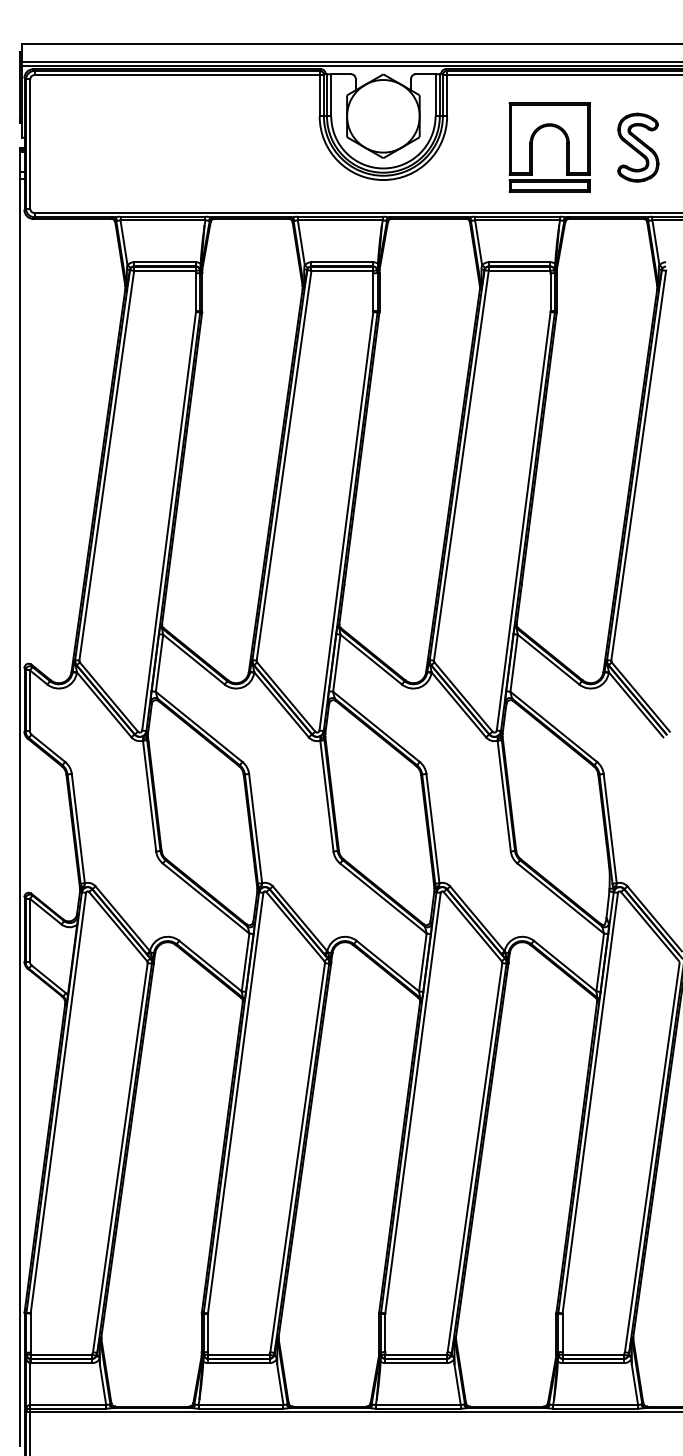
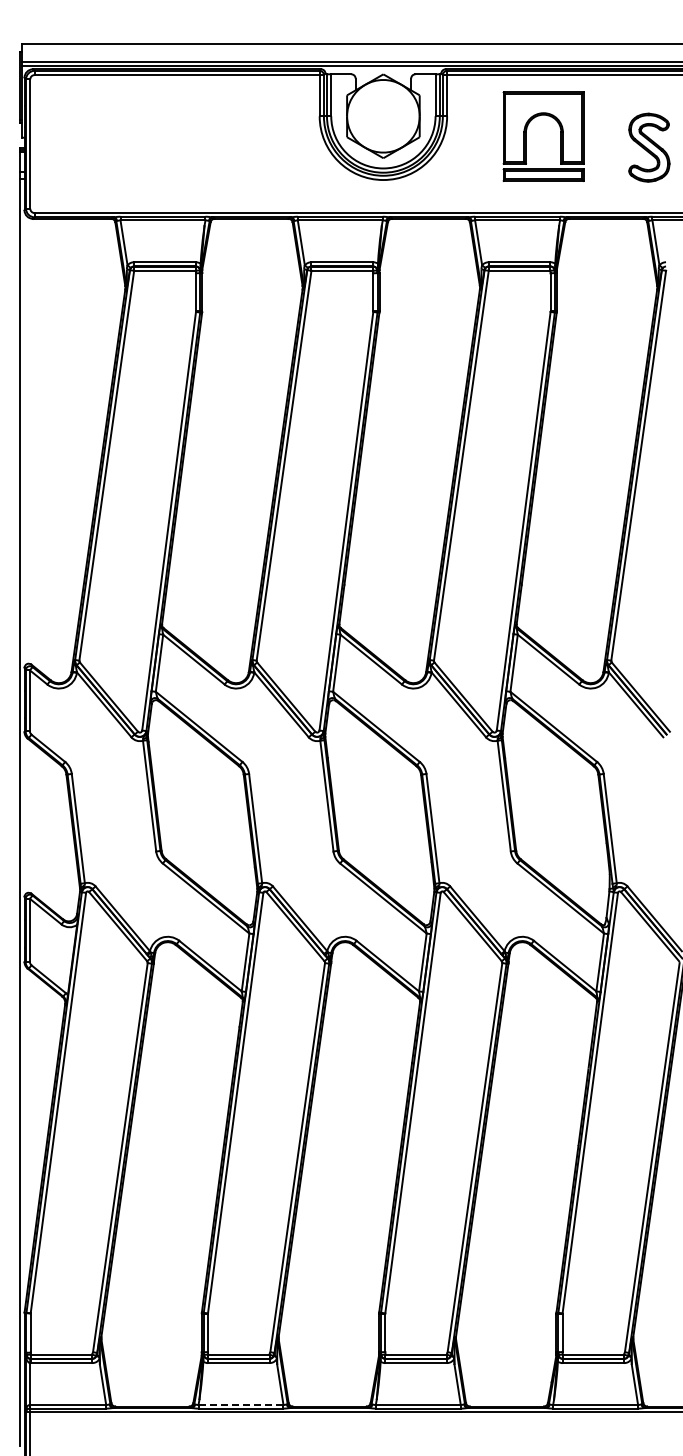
part at (532, 147) position: (532, 147) -> (526, 136)
part at (638, 147) position: (638, 147) -> (649, 147)
line at (241, 1404): solid -> dashed
